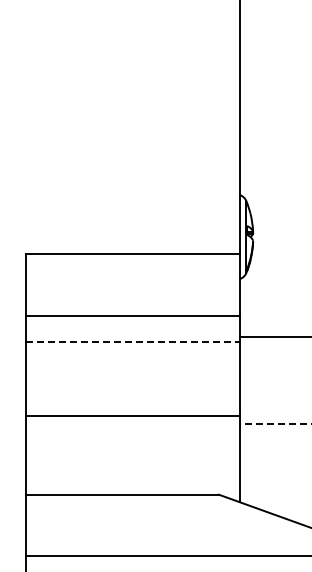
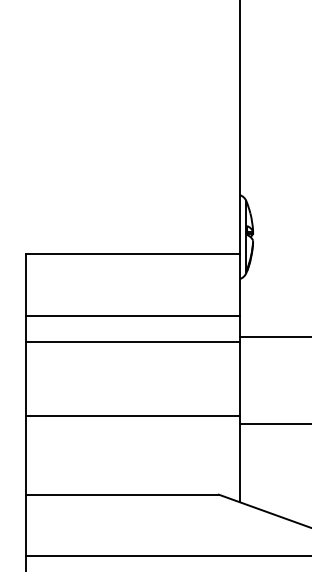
line at (132, 341): dashed -> solid
line at (275, 423): dashed -> solid
